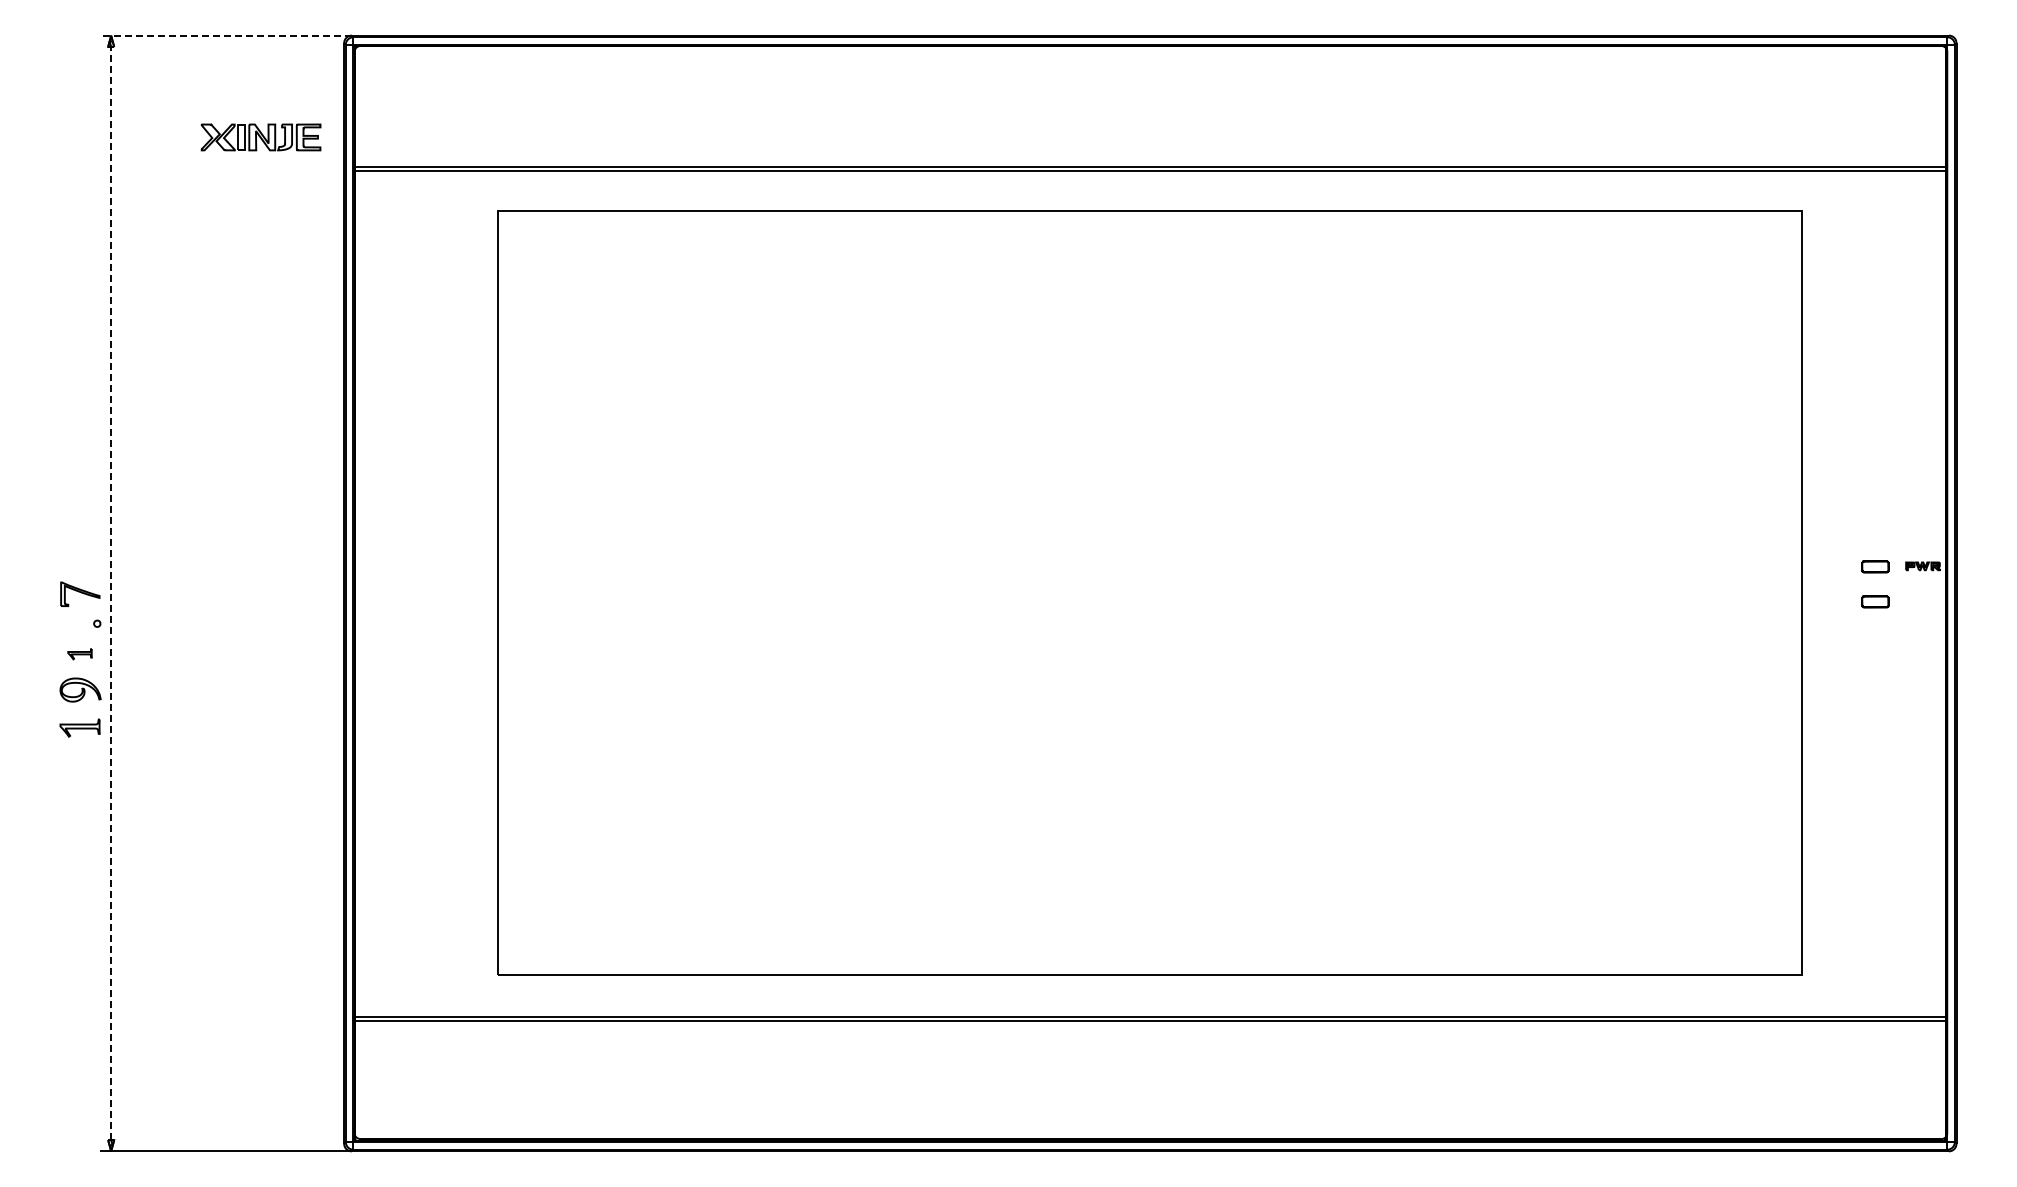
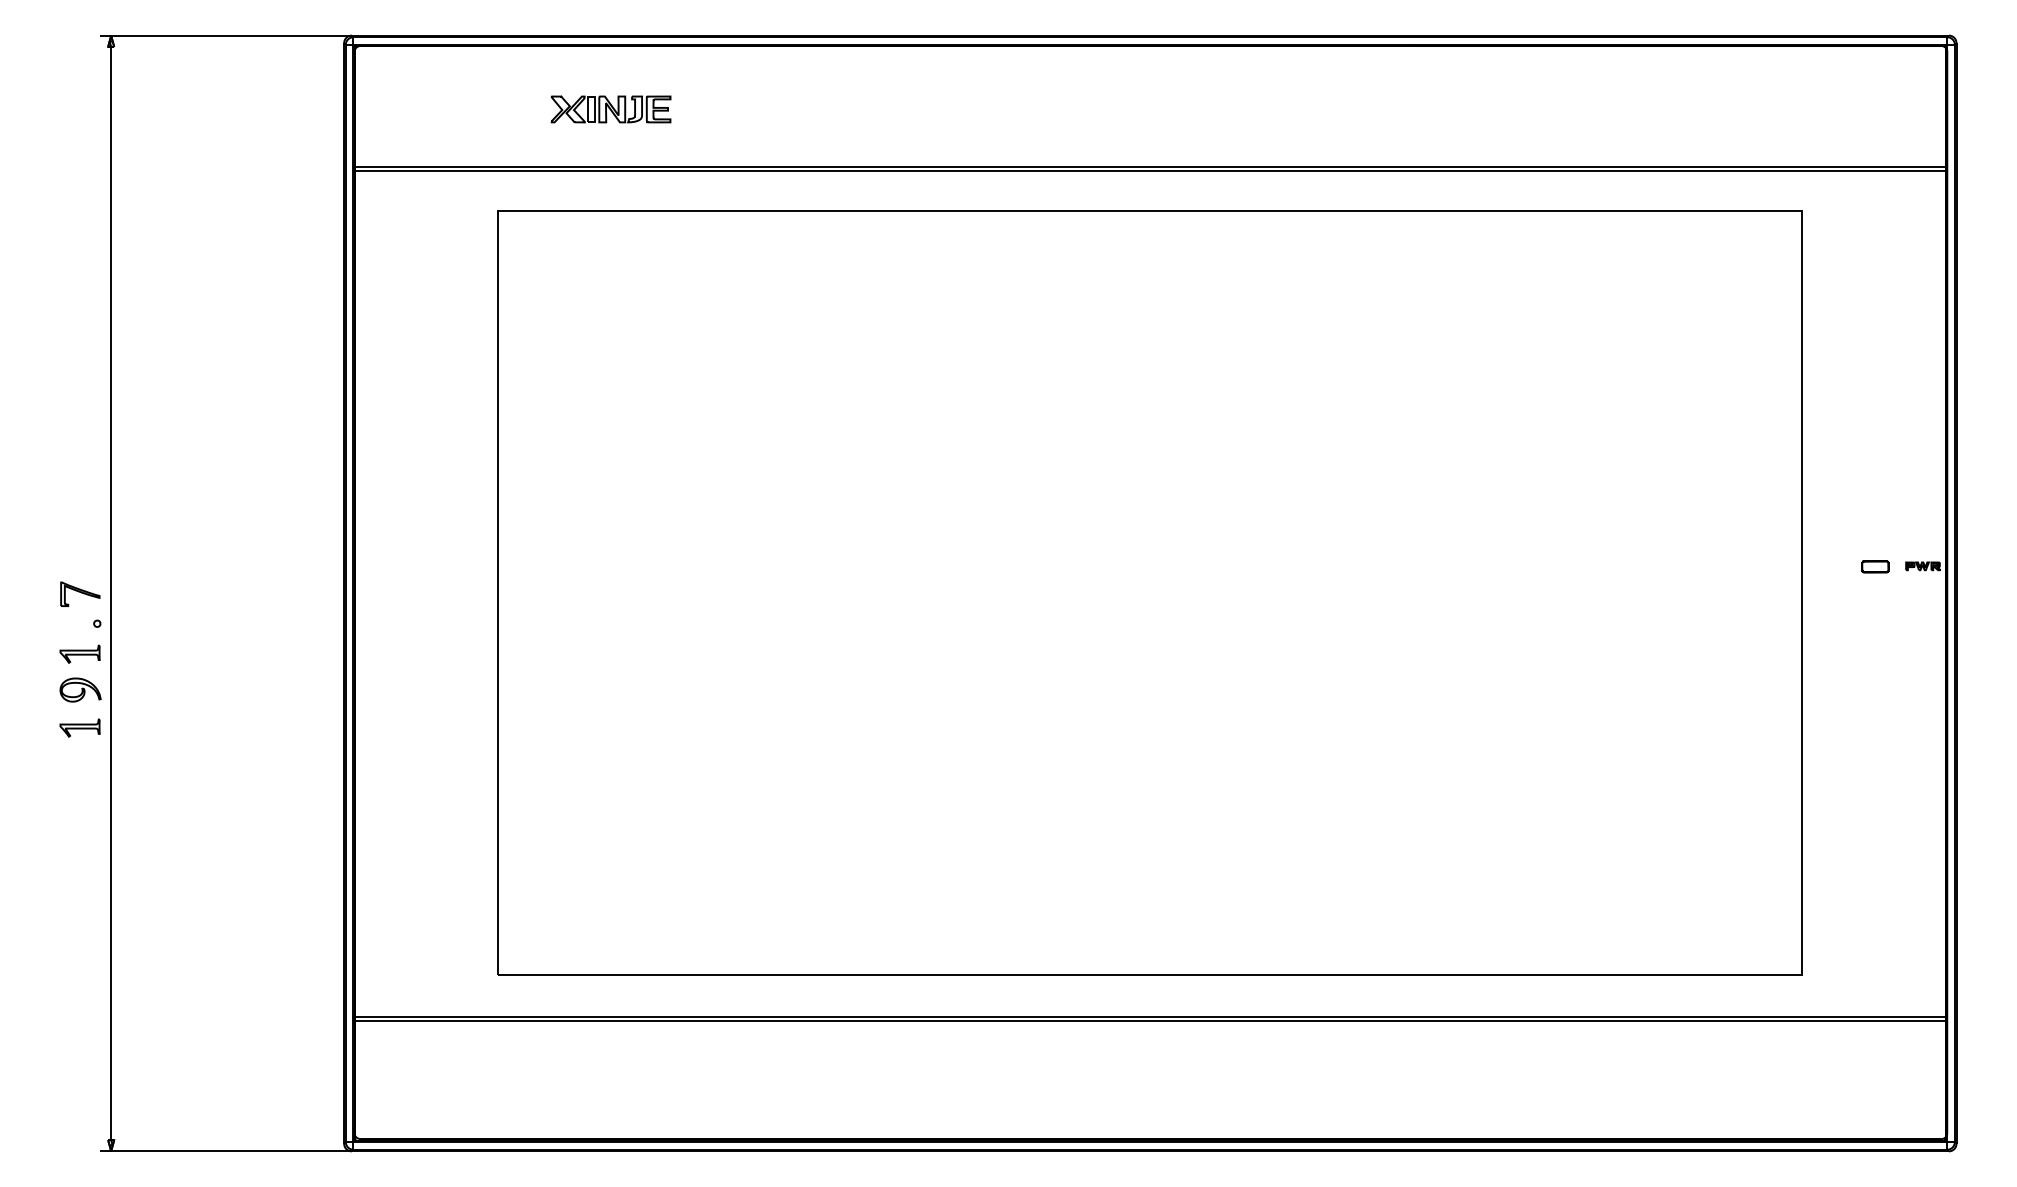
line at (225, 35): dashed -> solid
part at (260, 137) position: (260, 137) -> (610, 109)
line at (111, 593): dashed -> solid
part at (1875, 601): present -> none
part at (79, 654) size: 26x13 px -> 42x20 px
